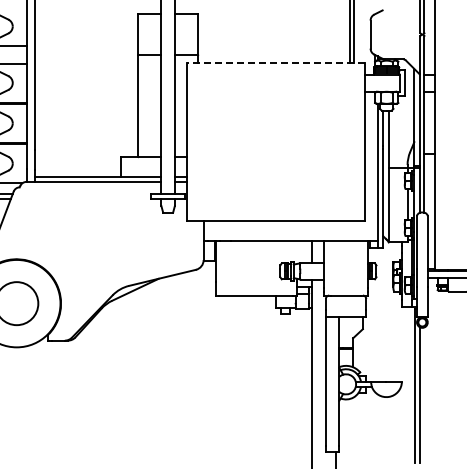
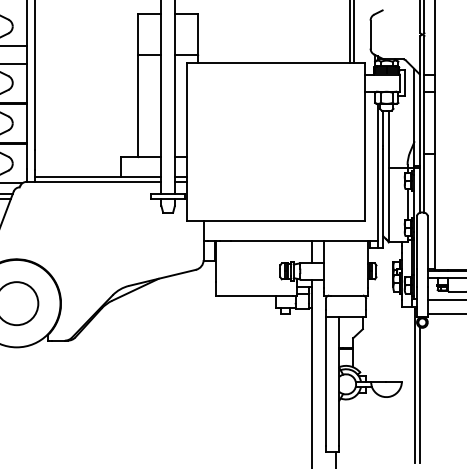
line at (275, 63): dashed -> solid
line at (445, 300): none -> present
line at (445, 313): none -> present
